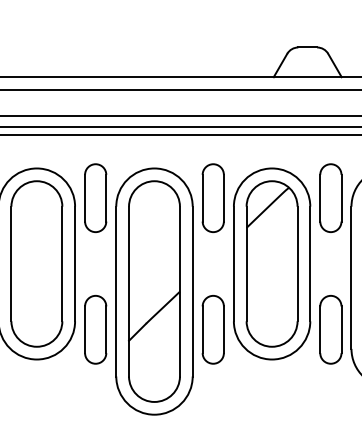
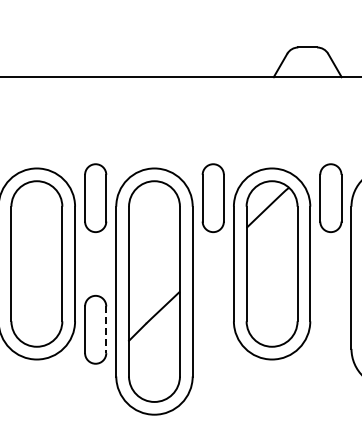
line at (180, 89): present -> none
line at (180, 115): present -> none
line at (180, 127): present -> none
line at (180, 134): present -> none
part at (212, 329): present -> none
part at (330, 329): present -> none
line at (106, 330): solid -> dashed
